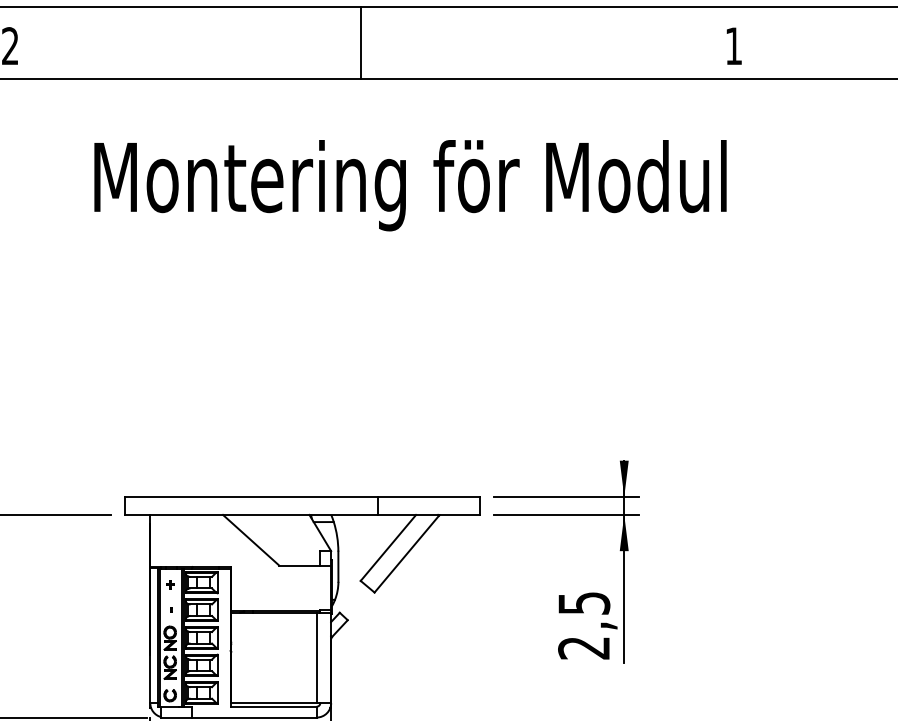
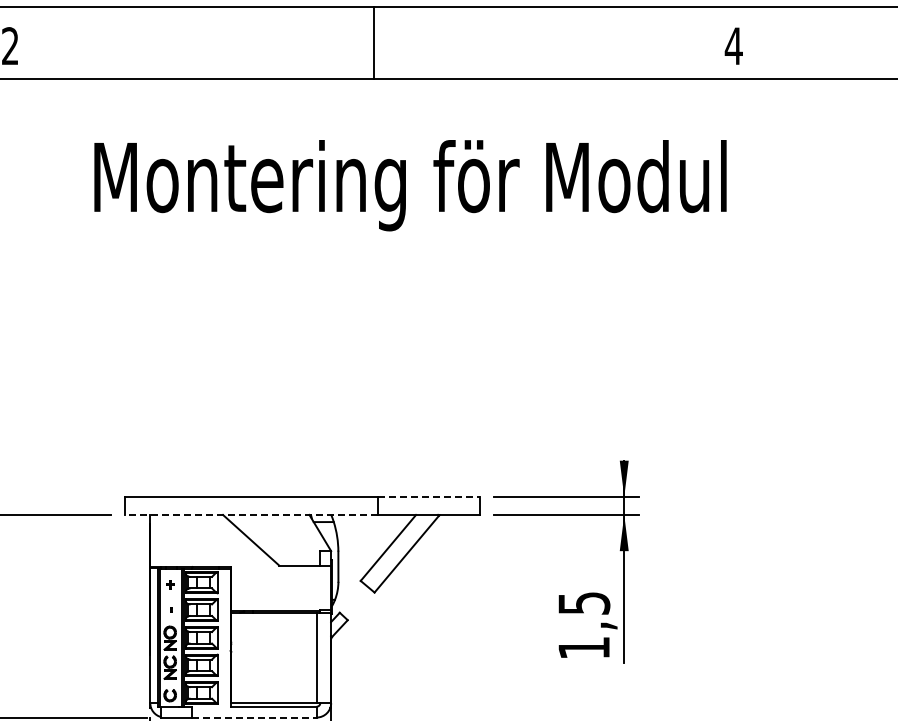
line at (361, 42) position: (361, 42) -> (374, 42)
text at (733, 45): 1 -> 4
line at (428, 496): solid -> dashed
line at (251, 514): solid -> dashed
text at (583, 648): 2,5 -> 1,5
line at (254, 717): solid -> dashed
